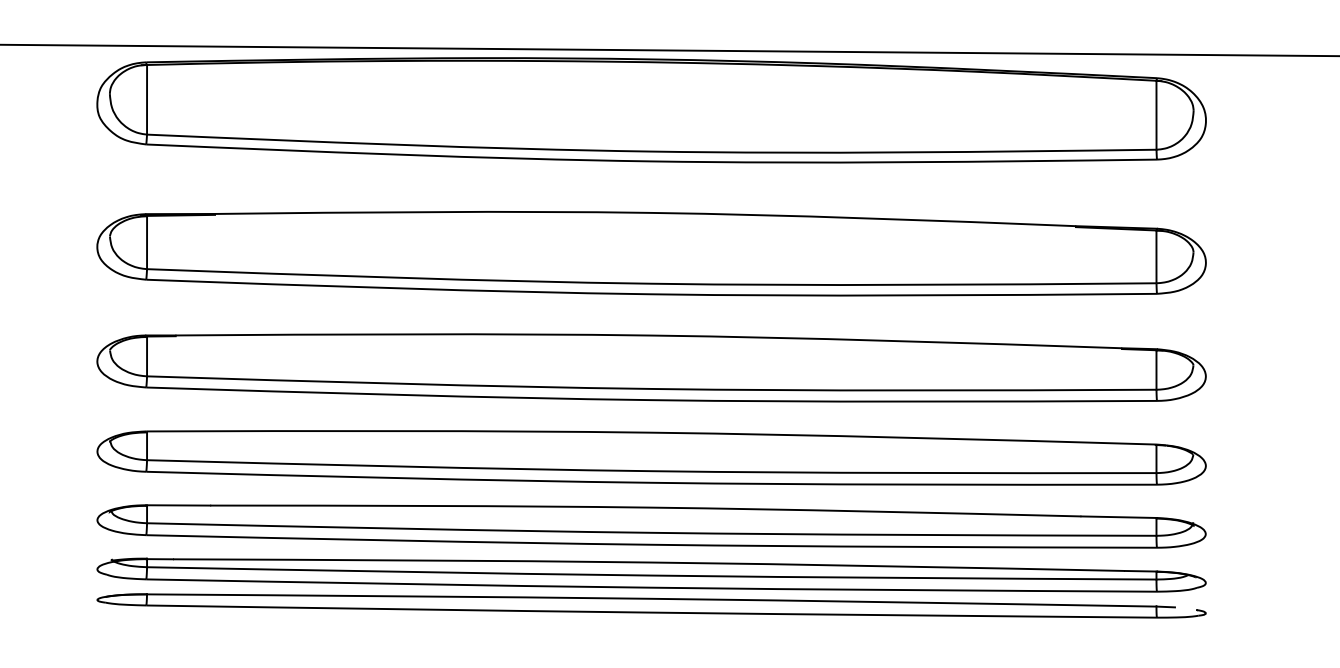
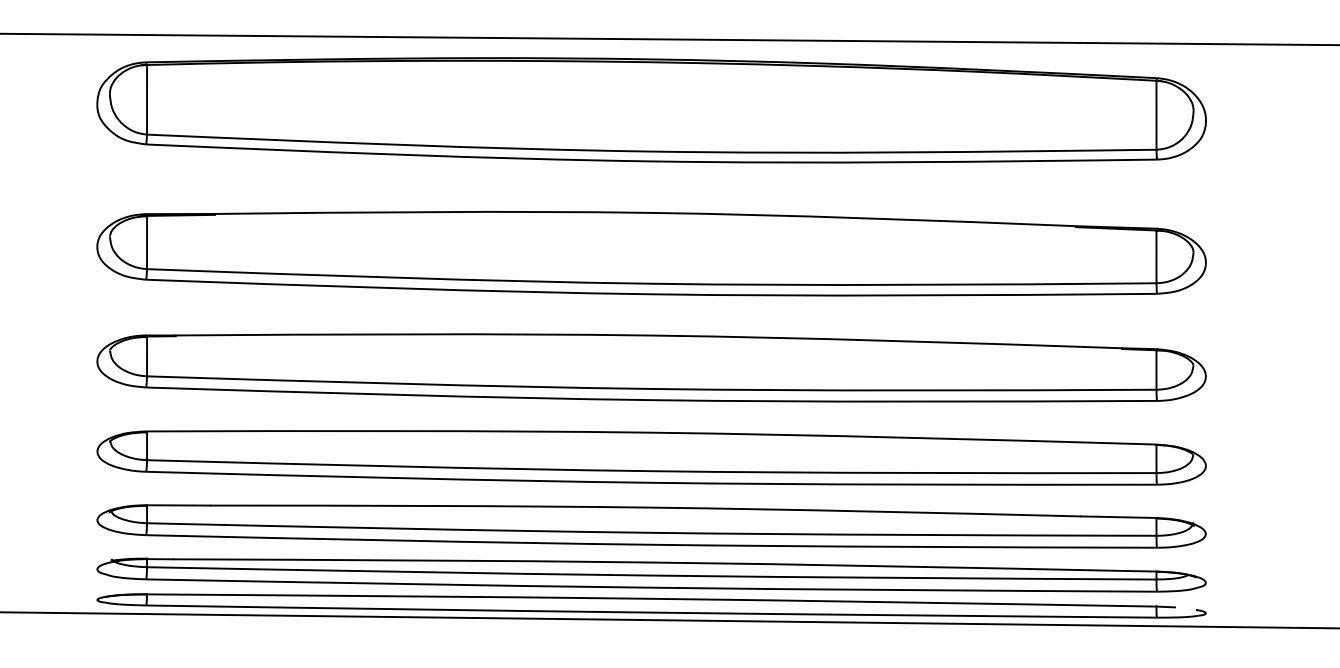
line at (669, 50) position: (669, 50) -> (669, 39)
line at (669, 620): none -> present
